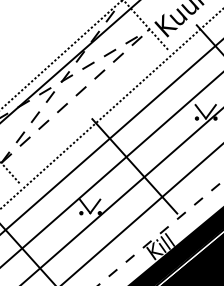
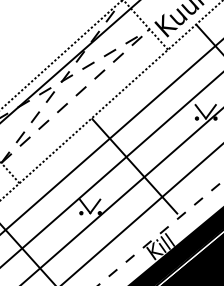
line at (111, 109) position: (111, 109) -> (111, 100)
